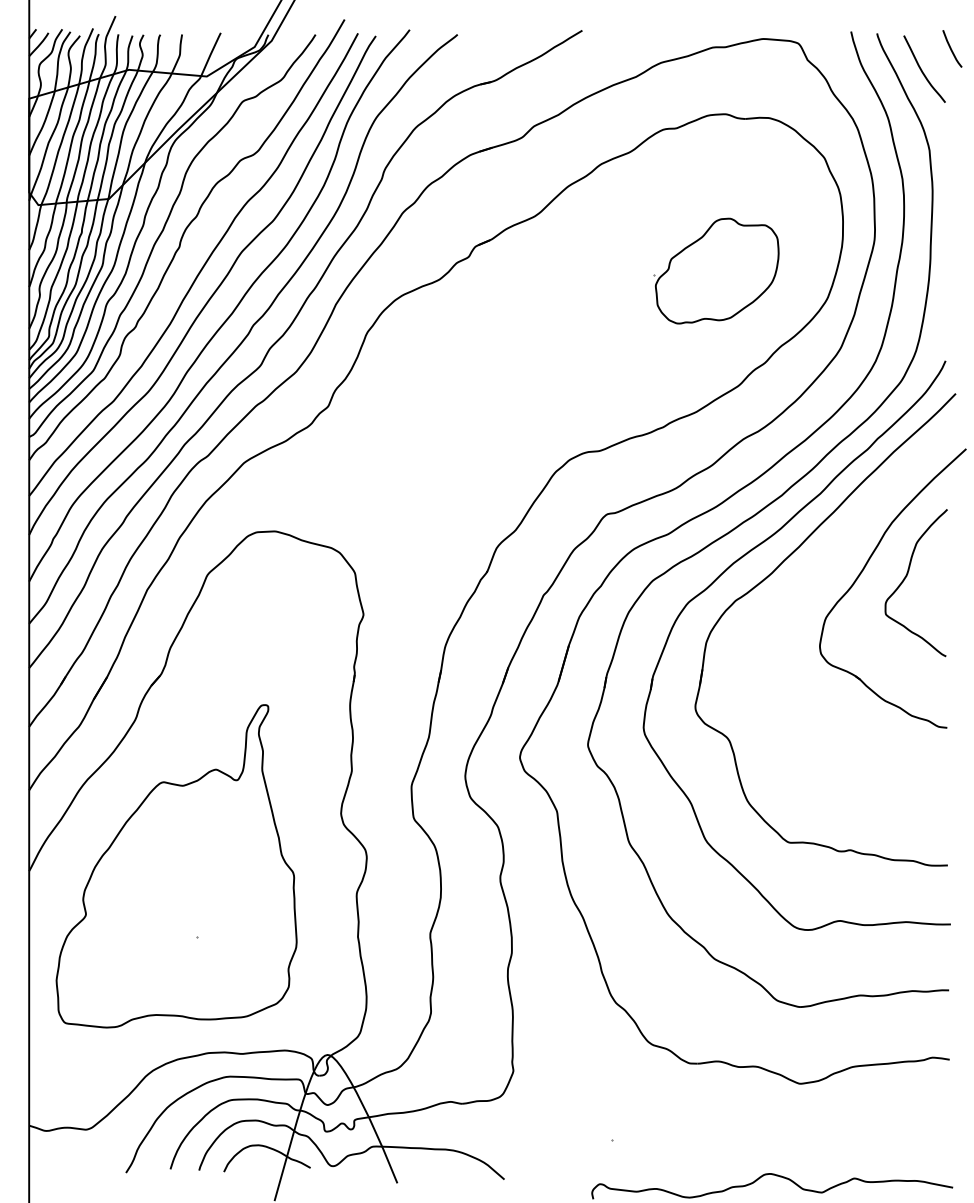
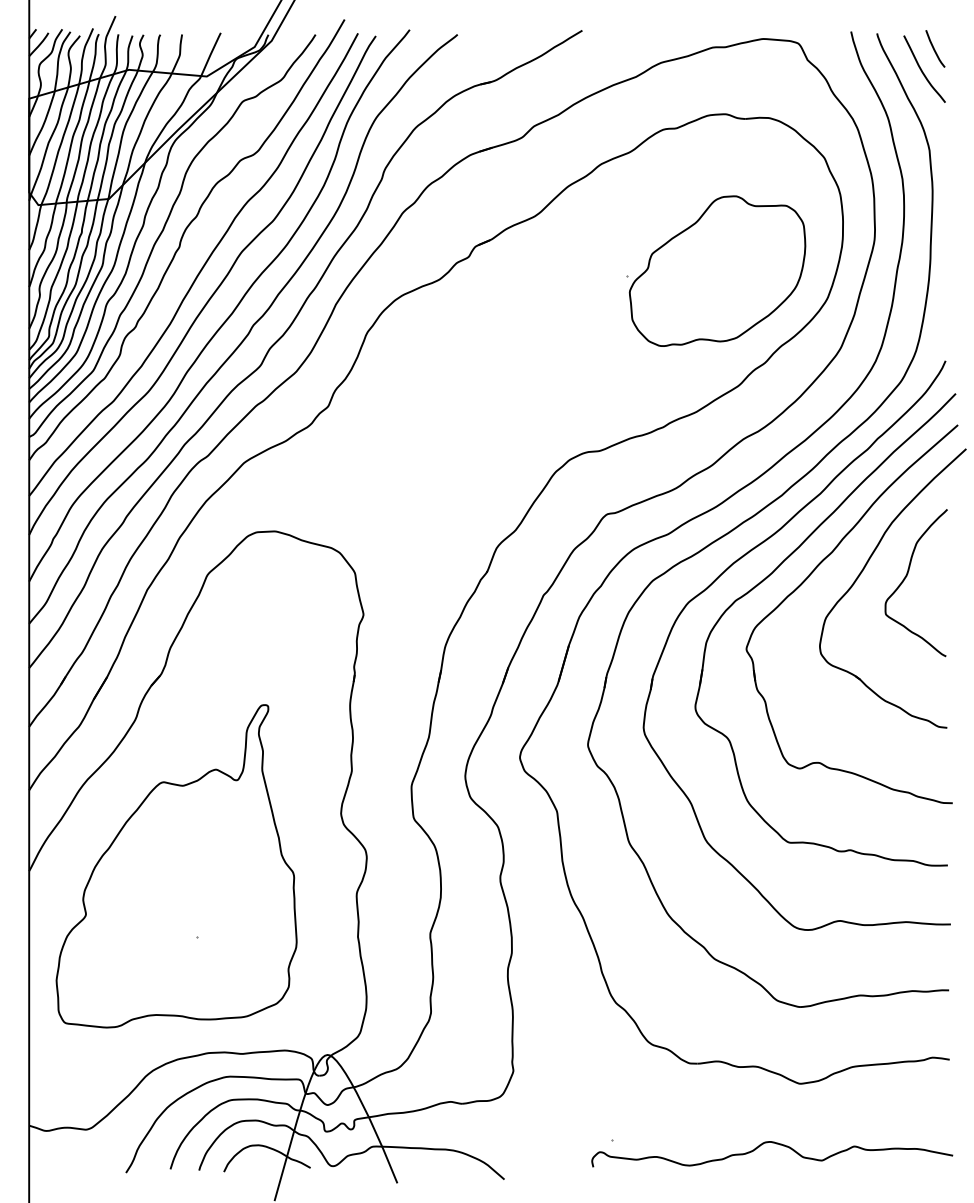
curve at (951, 48) position: (951, 48) -> (934, 48)
part at (716, 270) size: 127x108 px -> 181x152 px
part at (808, 578): none -> present
curve at (776, 1176) position: (776, 1176) -> (776, 1144)
